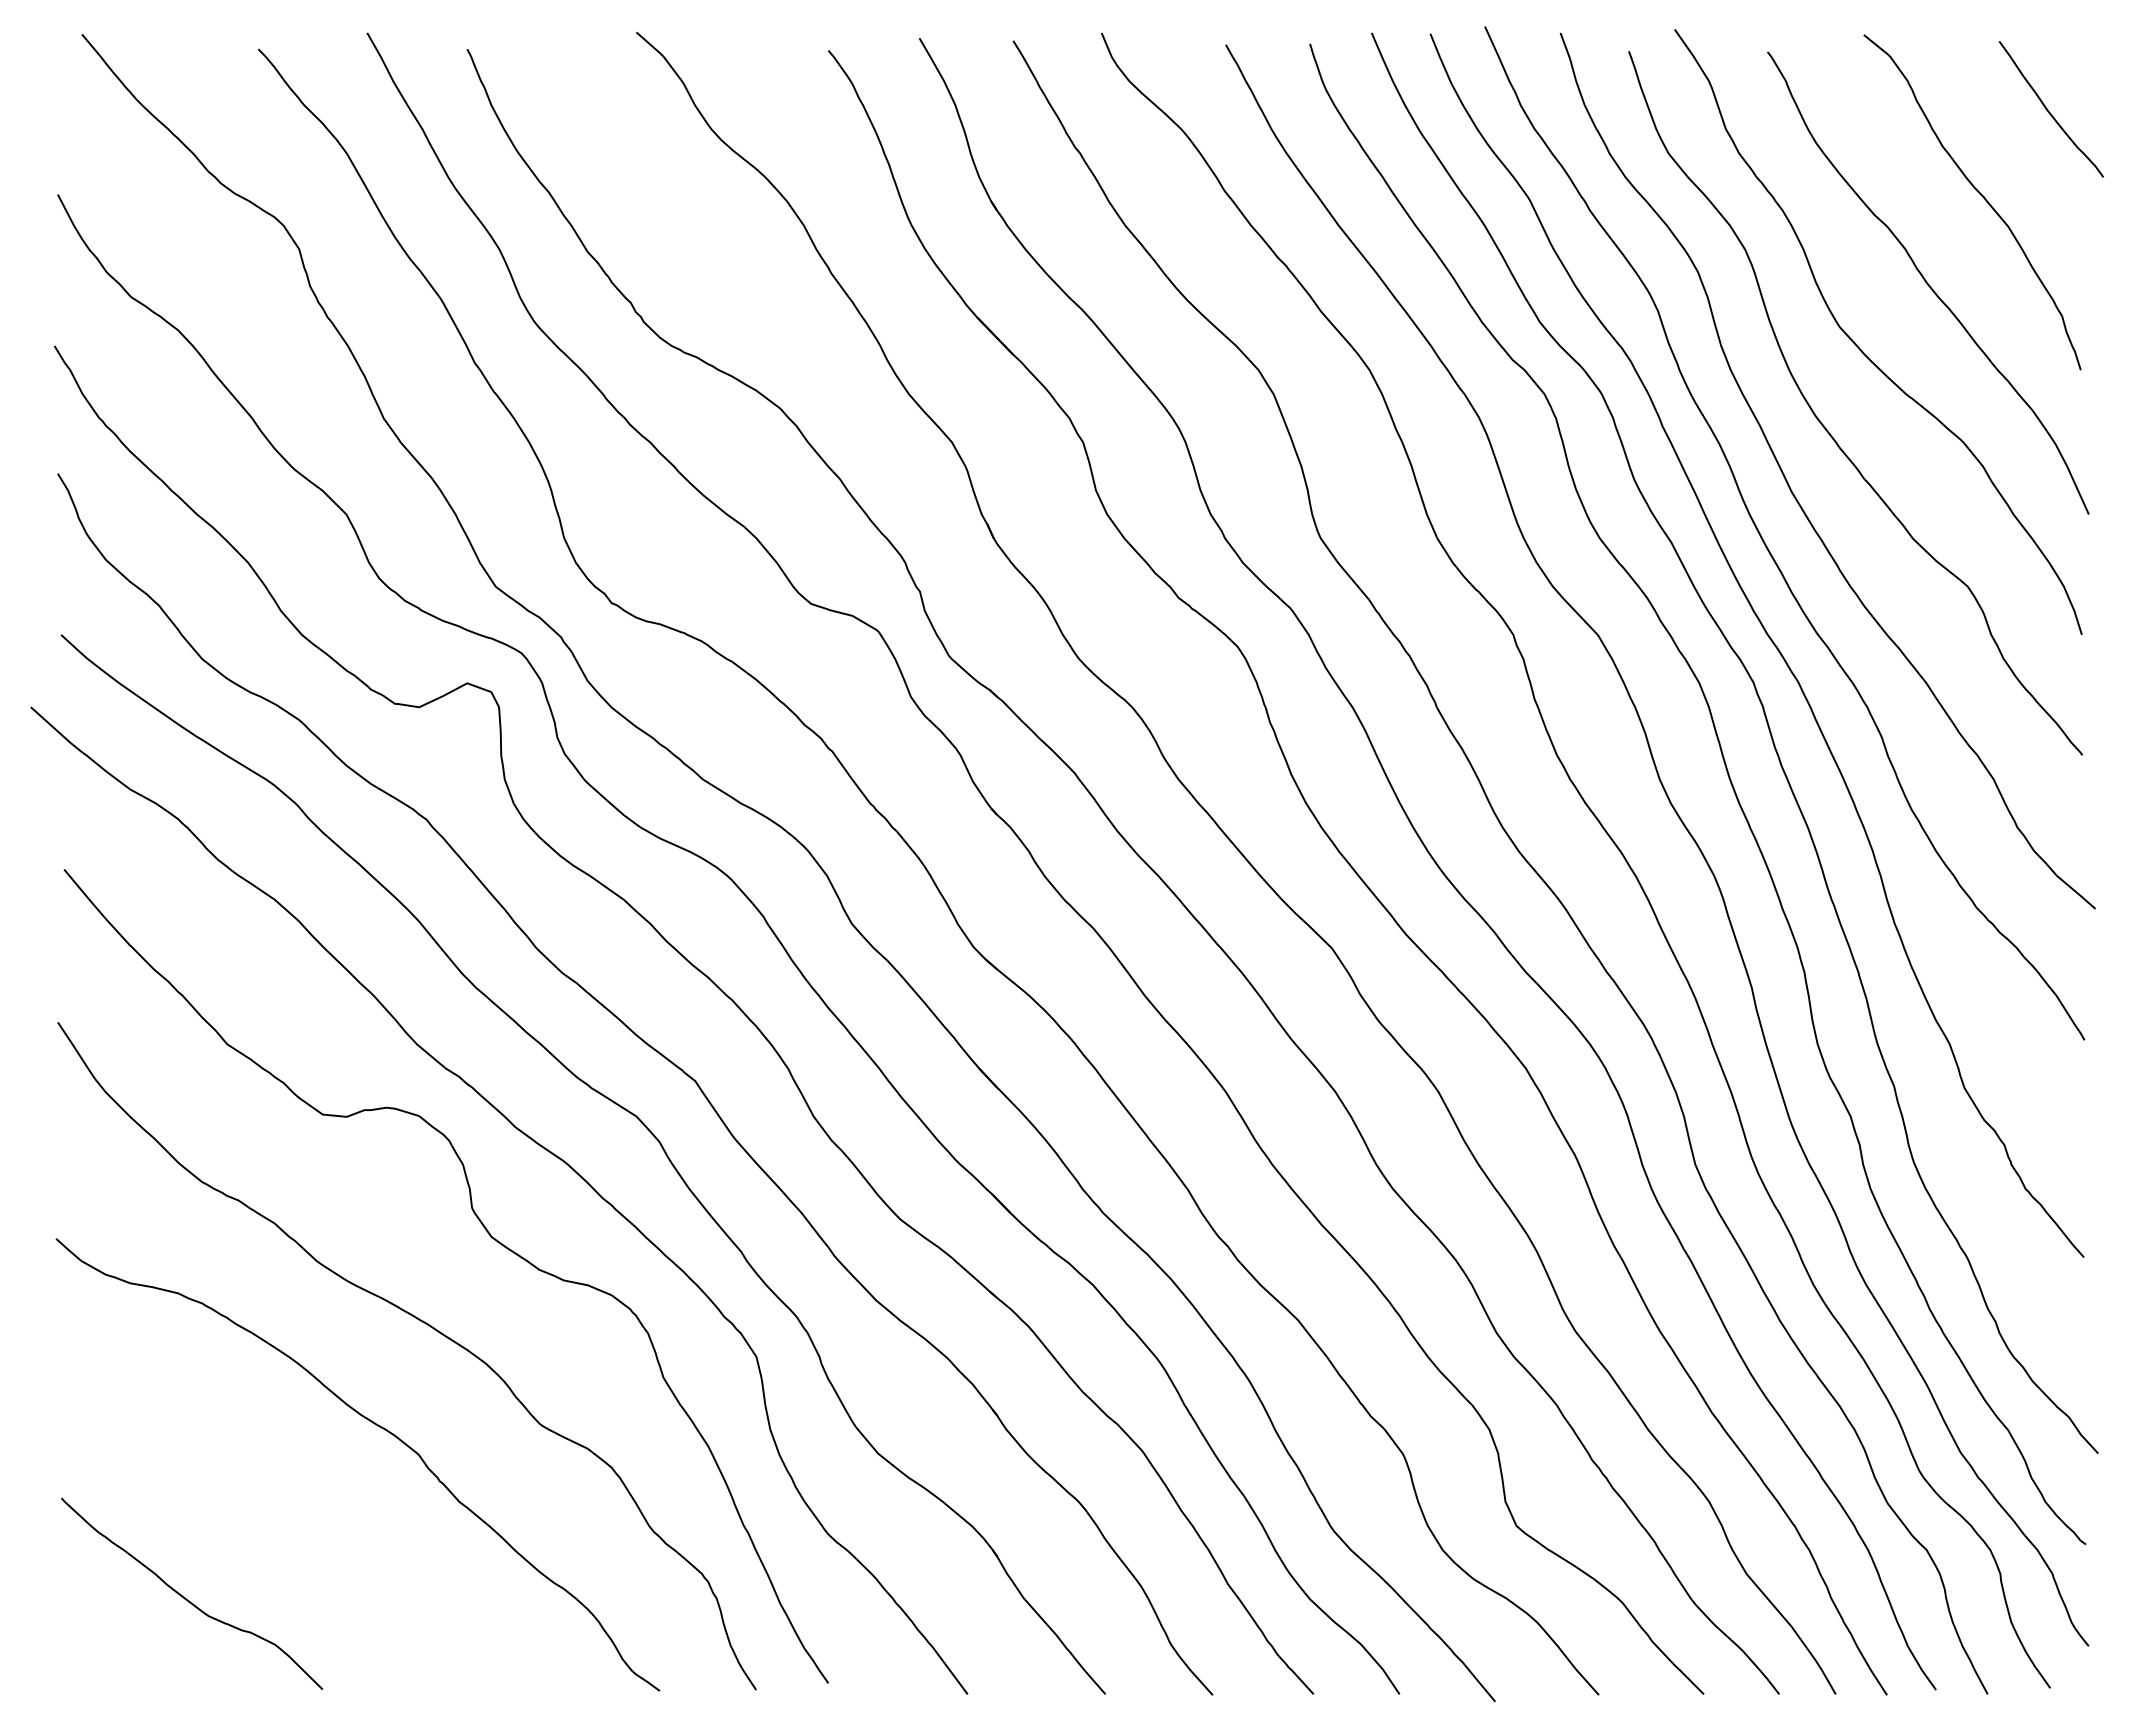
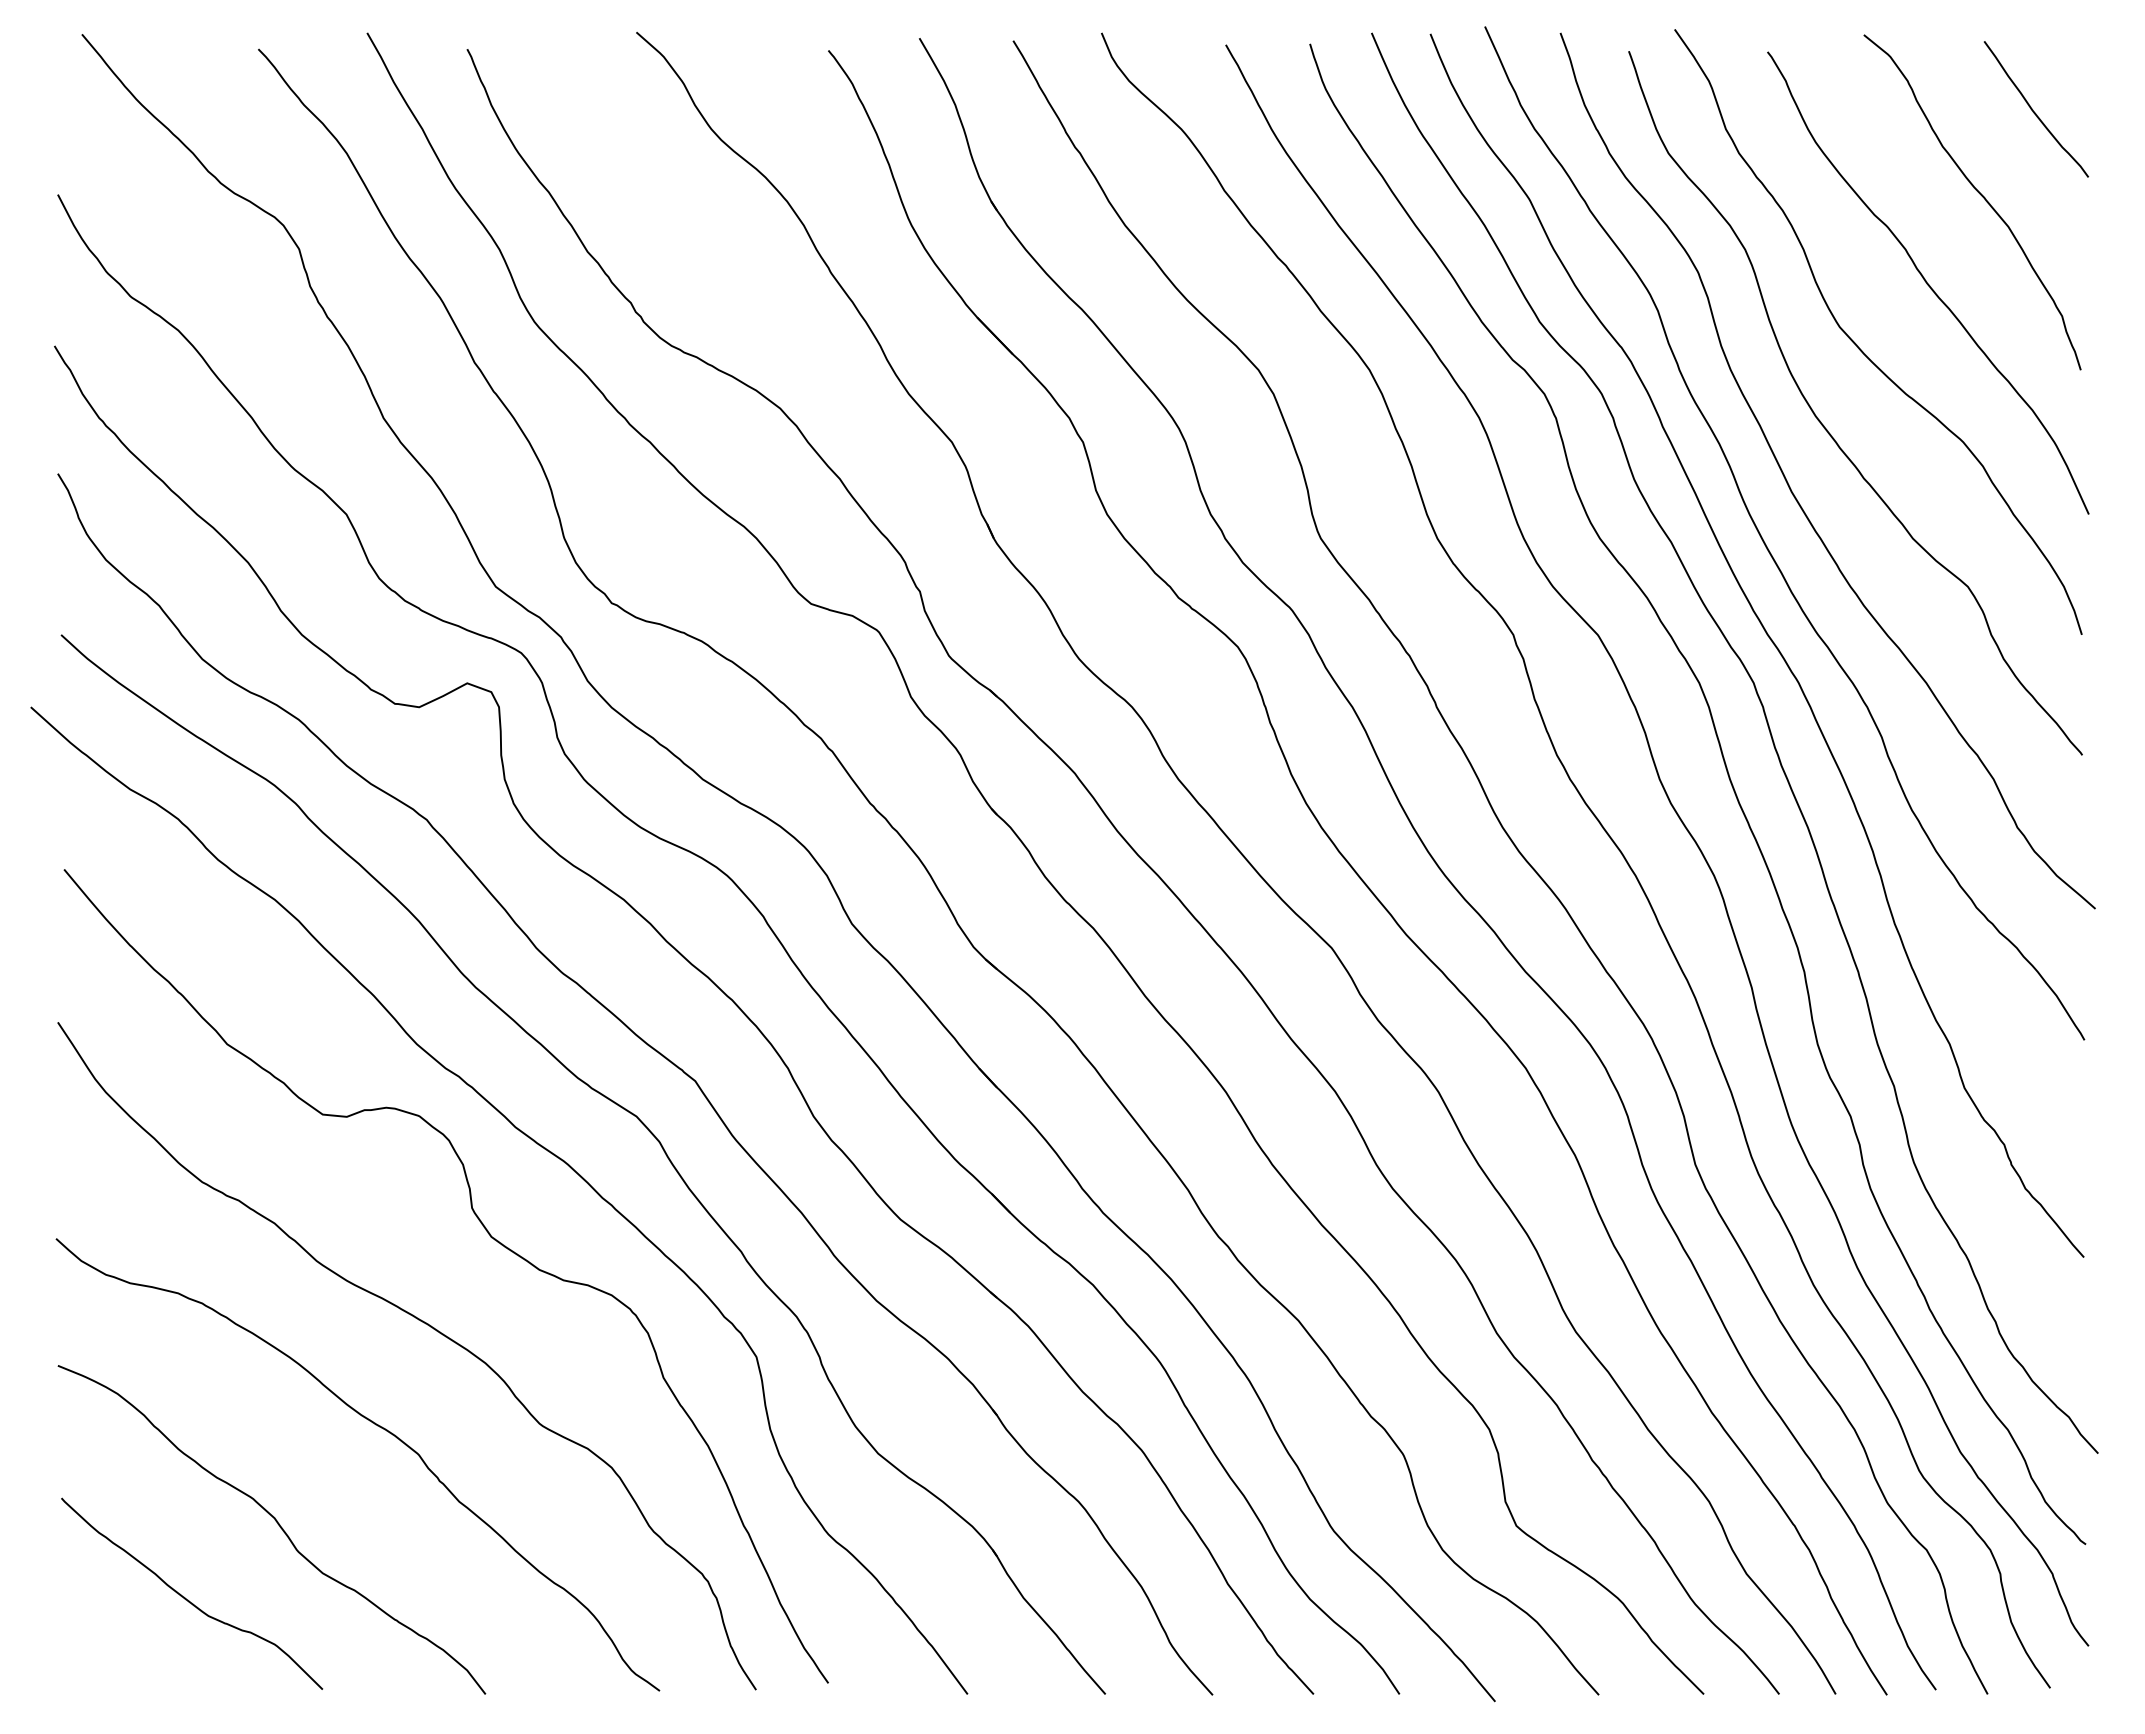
curve at (2049, 111) position: (2049, 111) -> (2034, 111)
curve at (277, 1524): none -> present
